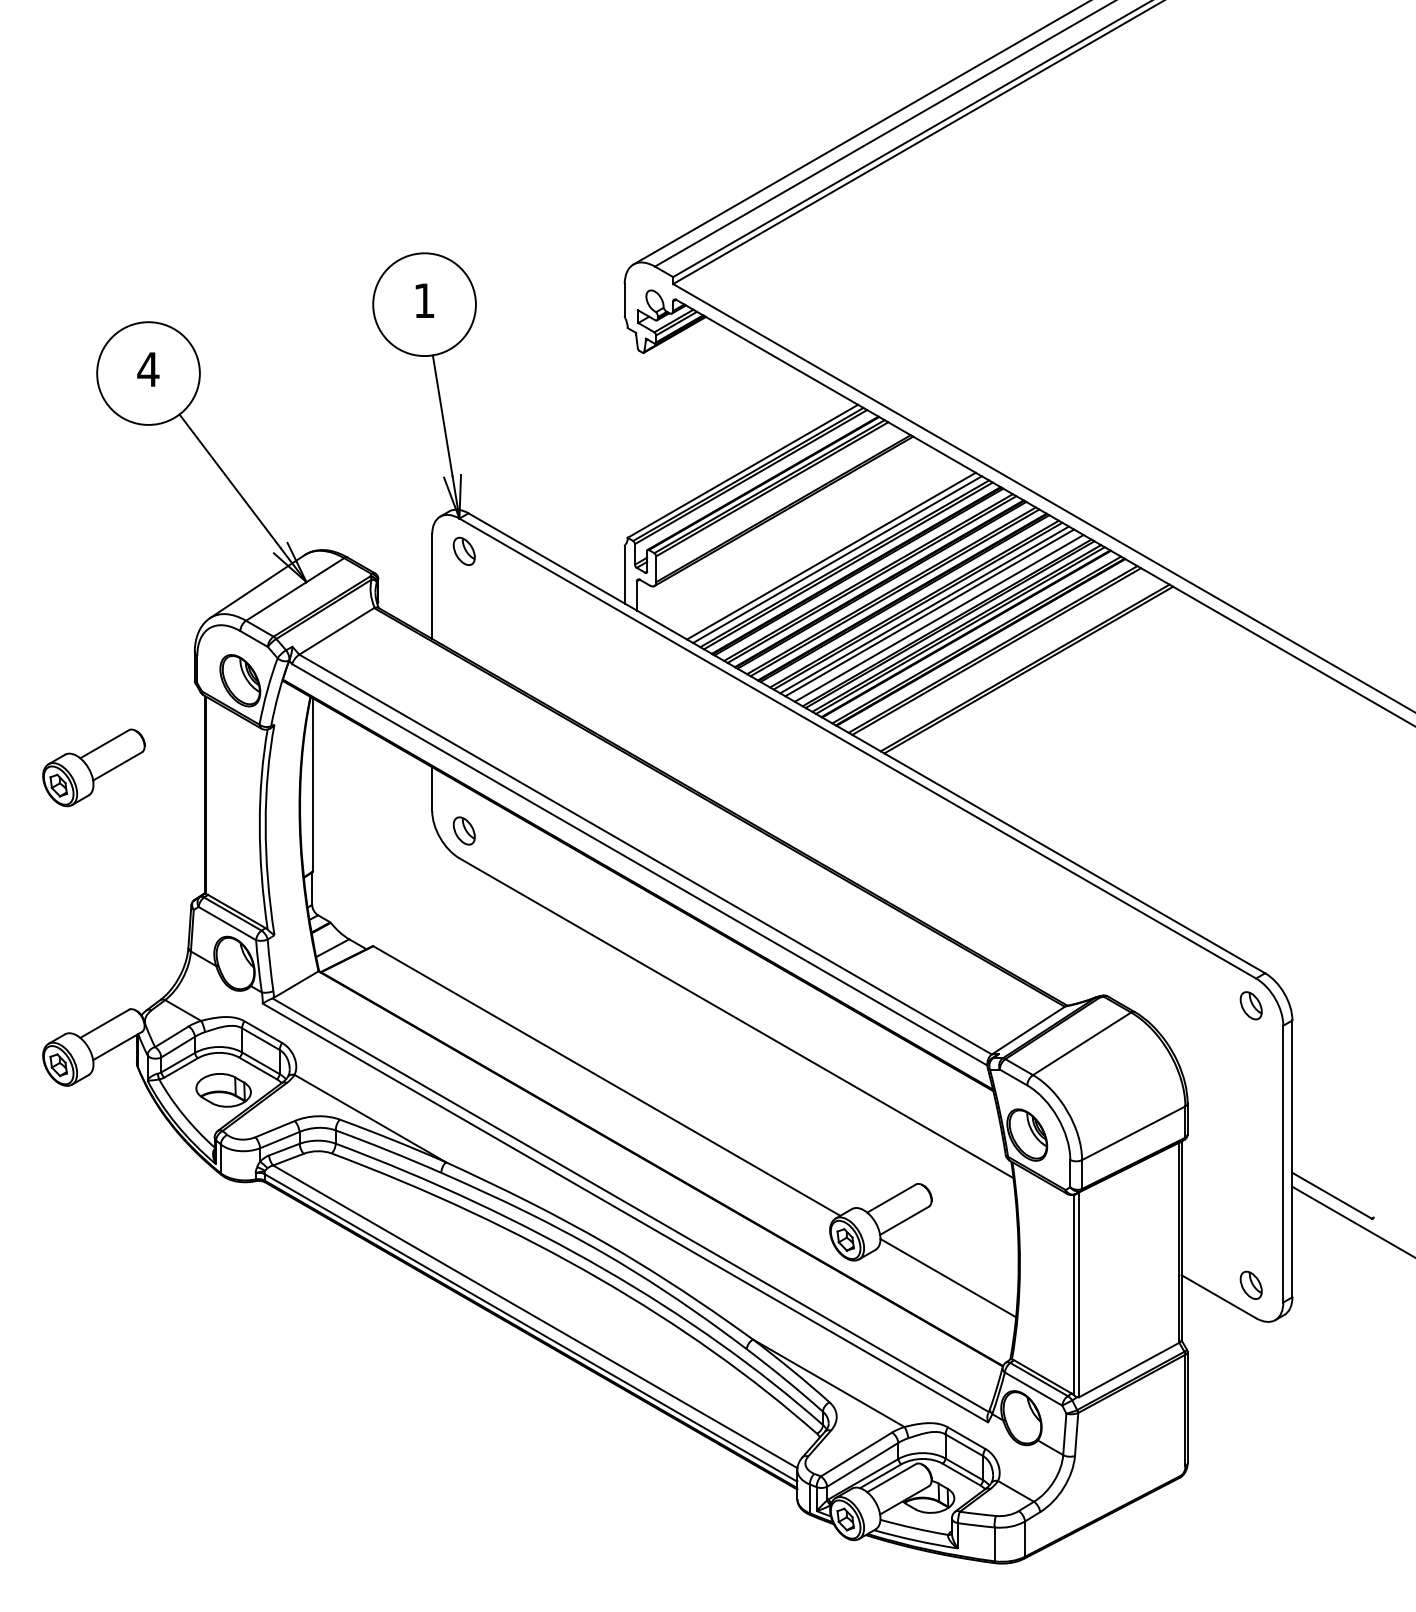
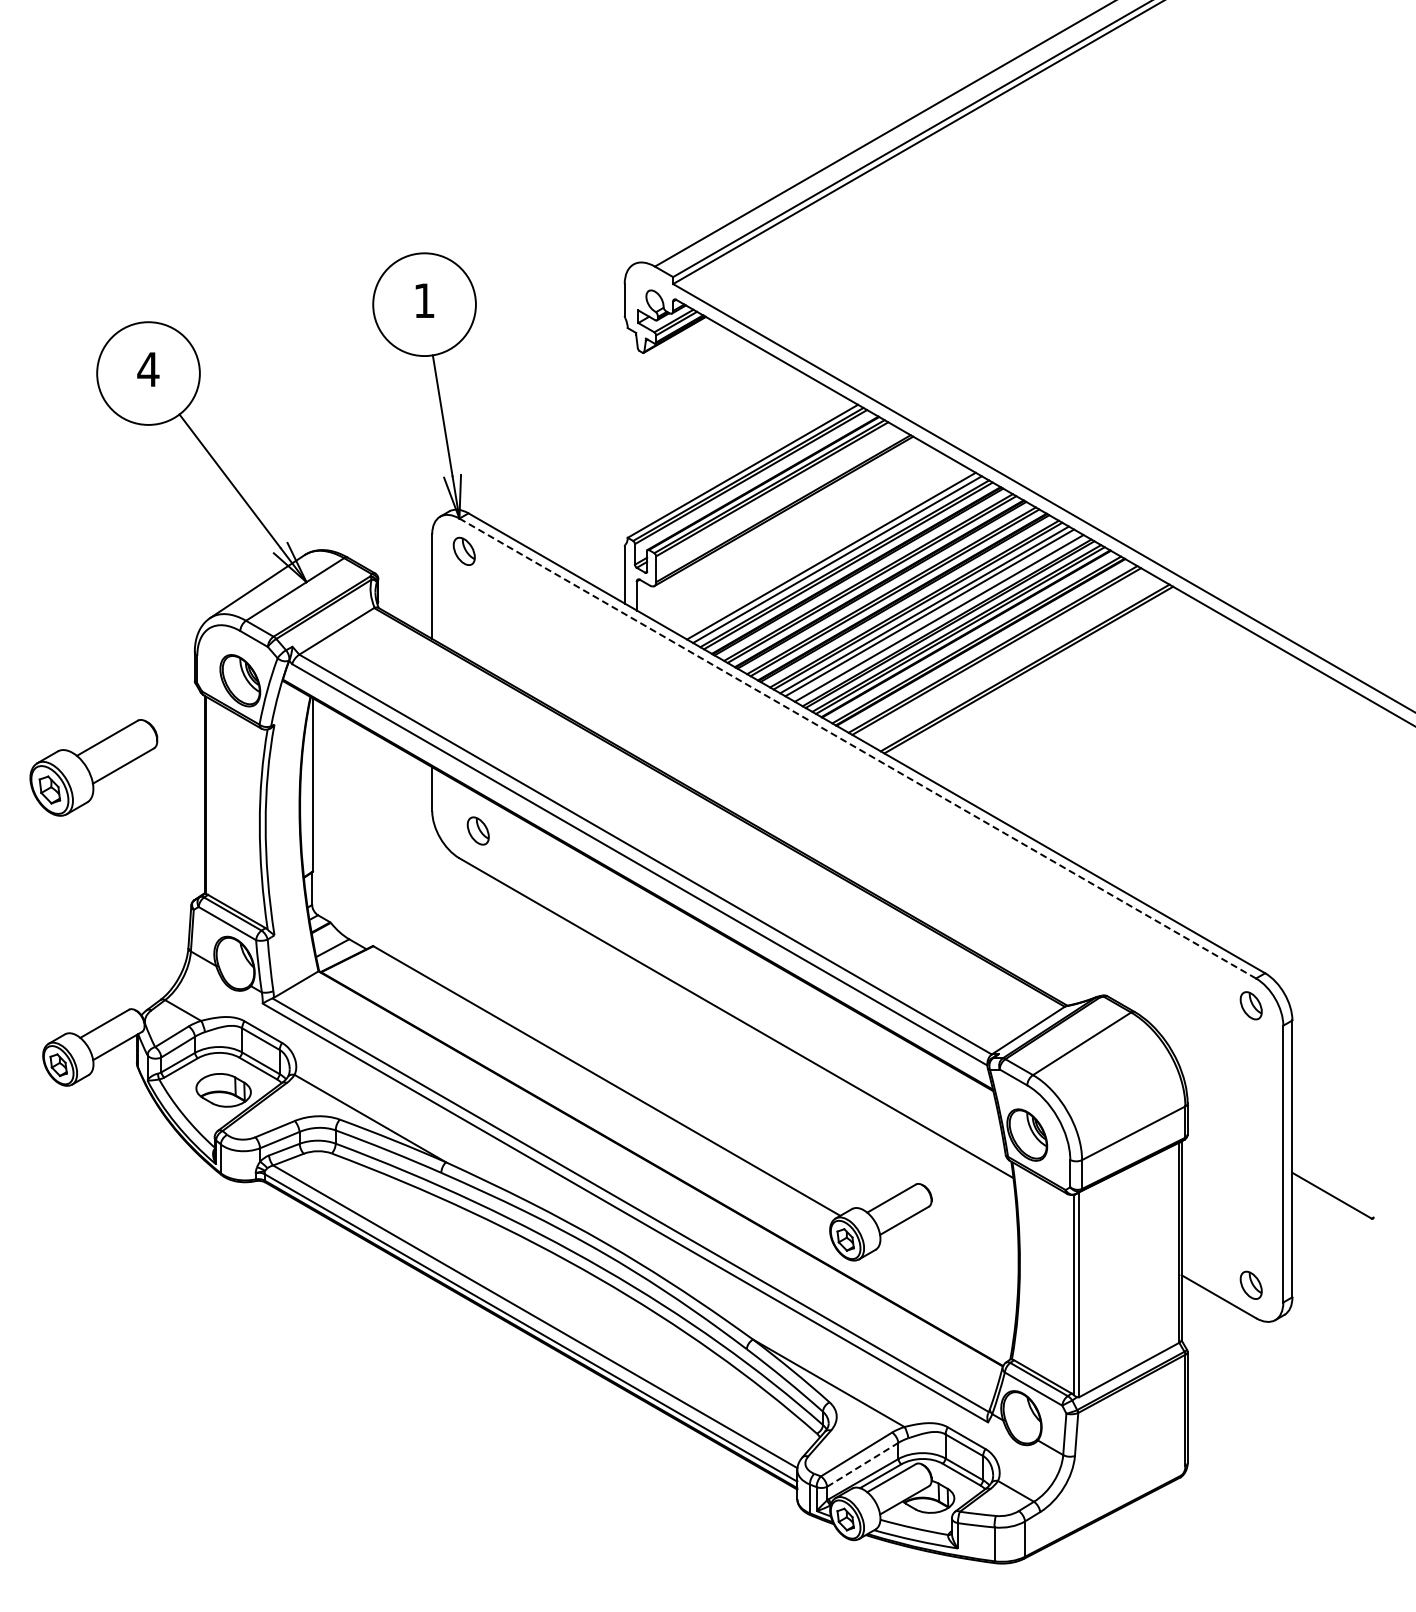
line at (860, 133): present -> none
line at (857, 748): solid -> dashed
part at (93, 767) size: 104x80 px -> 130x98 px
part at (463, 830) position: (463, 830) -> (477, 830)
line at (1352, 1221): present -> none
line at (948, 1277): present -> none
line at (862, 1464): solid -> dashed
